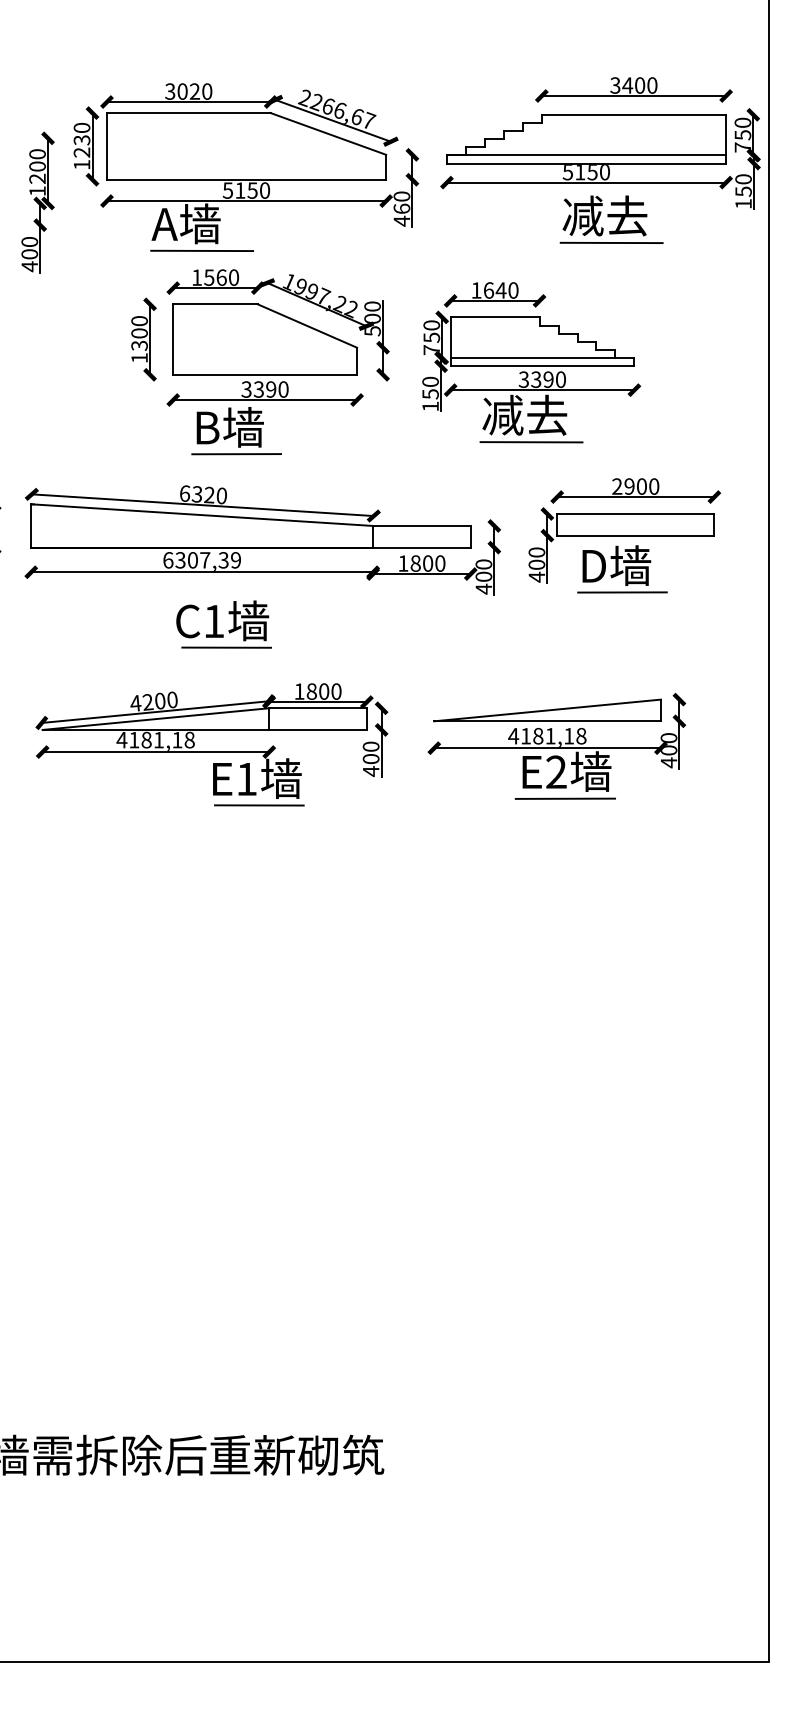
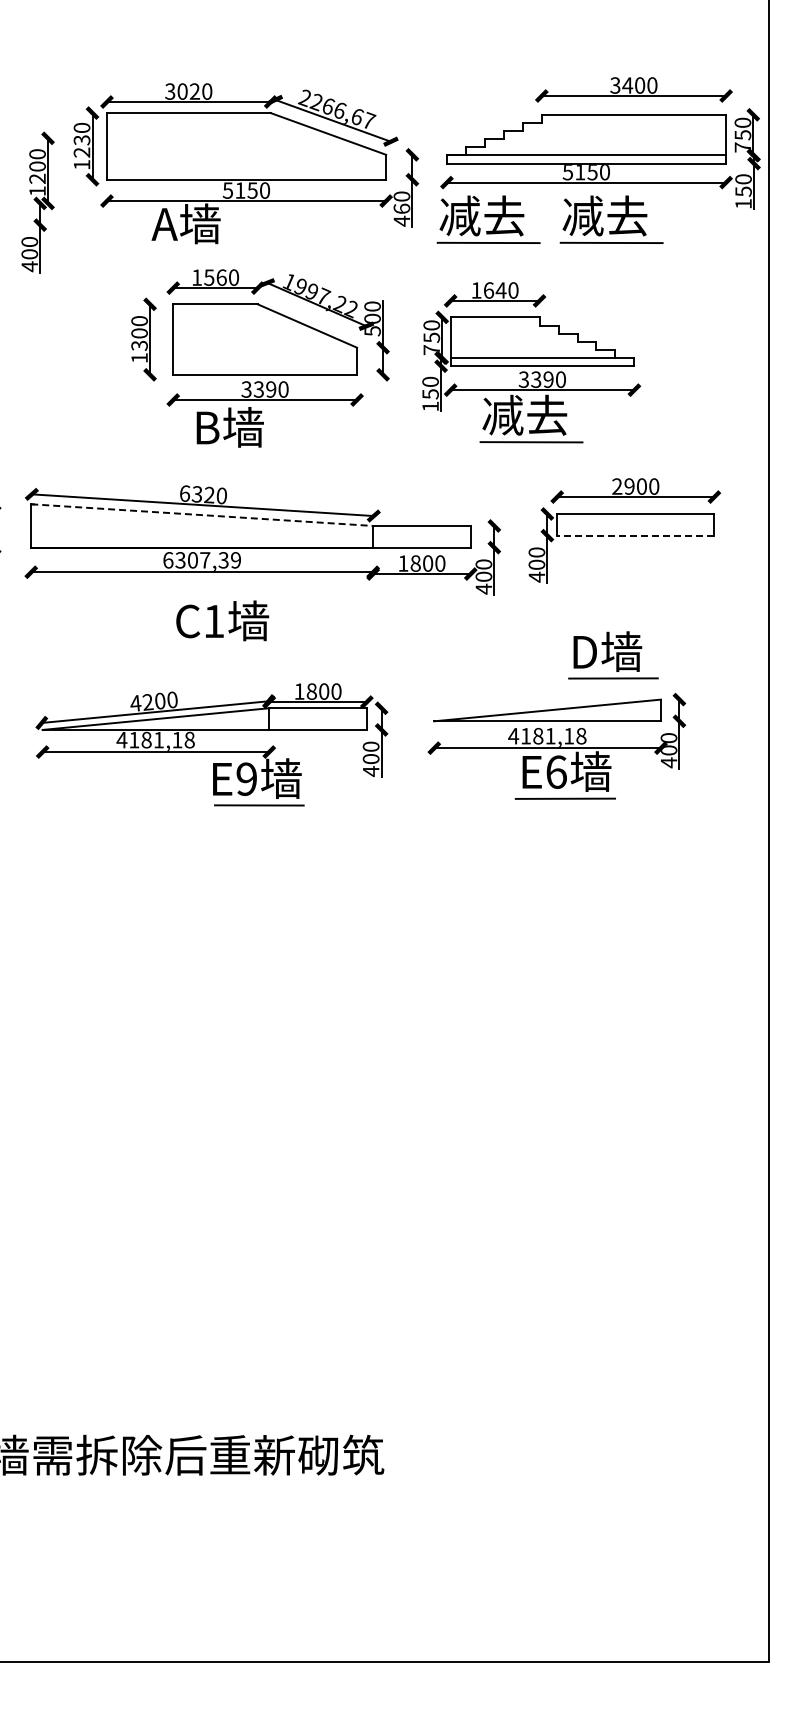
part at (488, 219): none -> present
line at (202, 250): present -> none
line at (236, 454): present -> none
line at (202, 515): solid -> dashed
line at (635, 535): solid -> dashed
part at (622, 569) position: (622, 569) -> (613, 655)
line at (226, 647): present -> none
text at (556, 771): E2 -> E6
text at (246, 779): E1 -> E9
